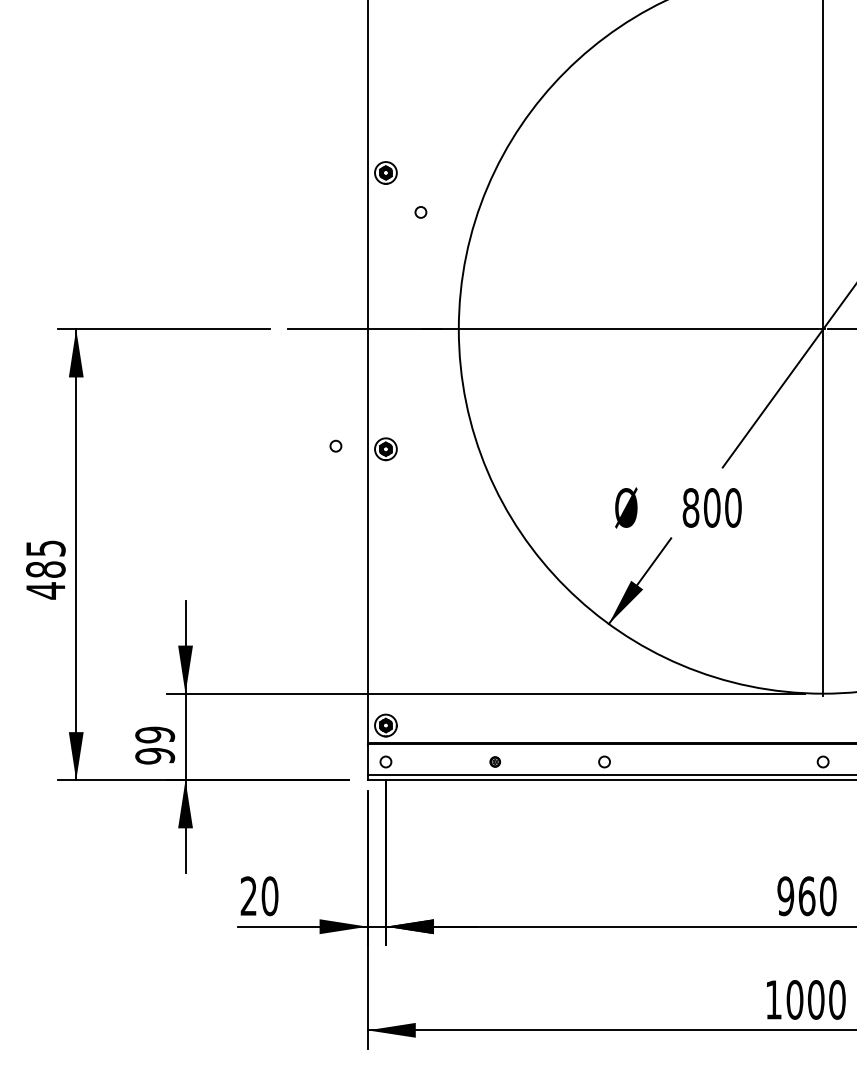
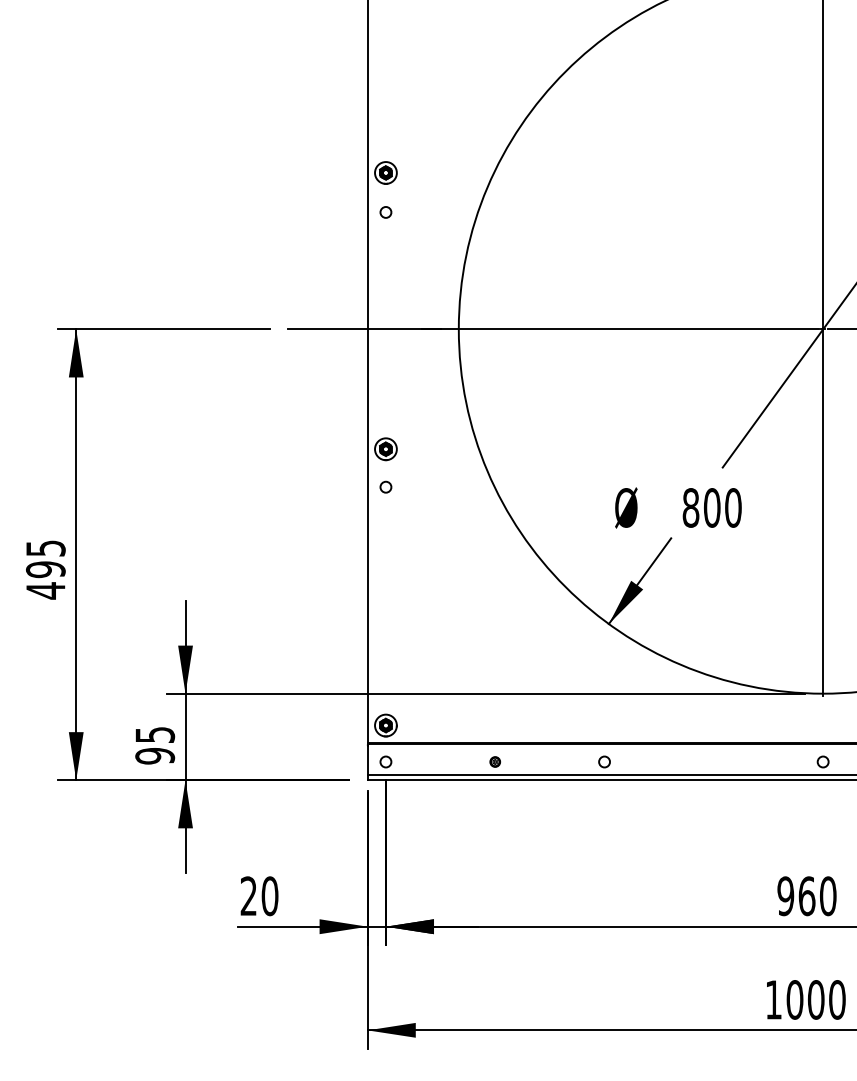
circle at (420, 212) position: (420, 212) -> (385, 212)
circle at (335, 445) position: (335, 445) -> (385, 486)
text at (45, 569): 485 -> 495
text at (154, 734): 99 -> 95
